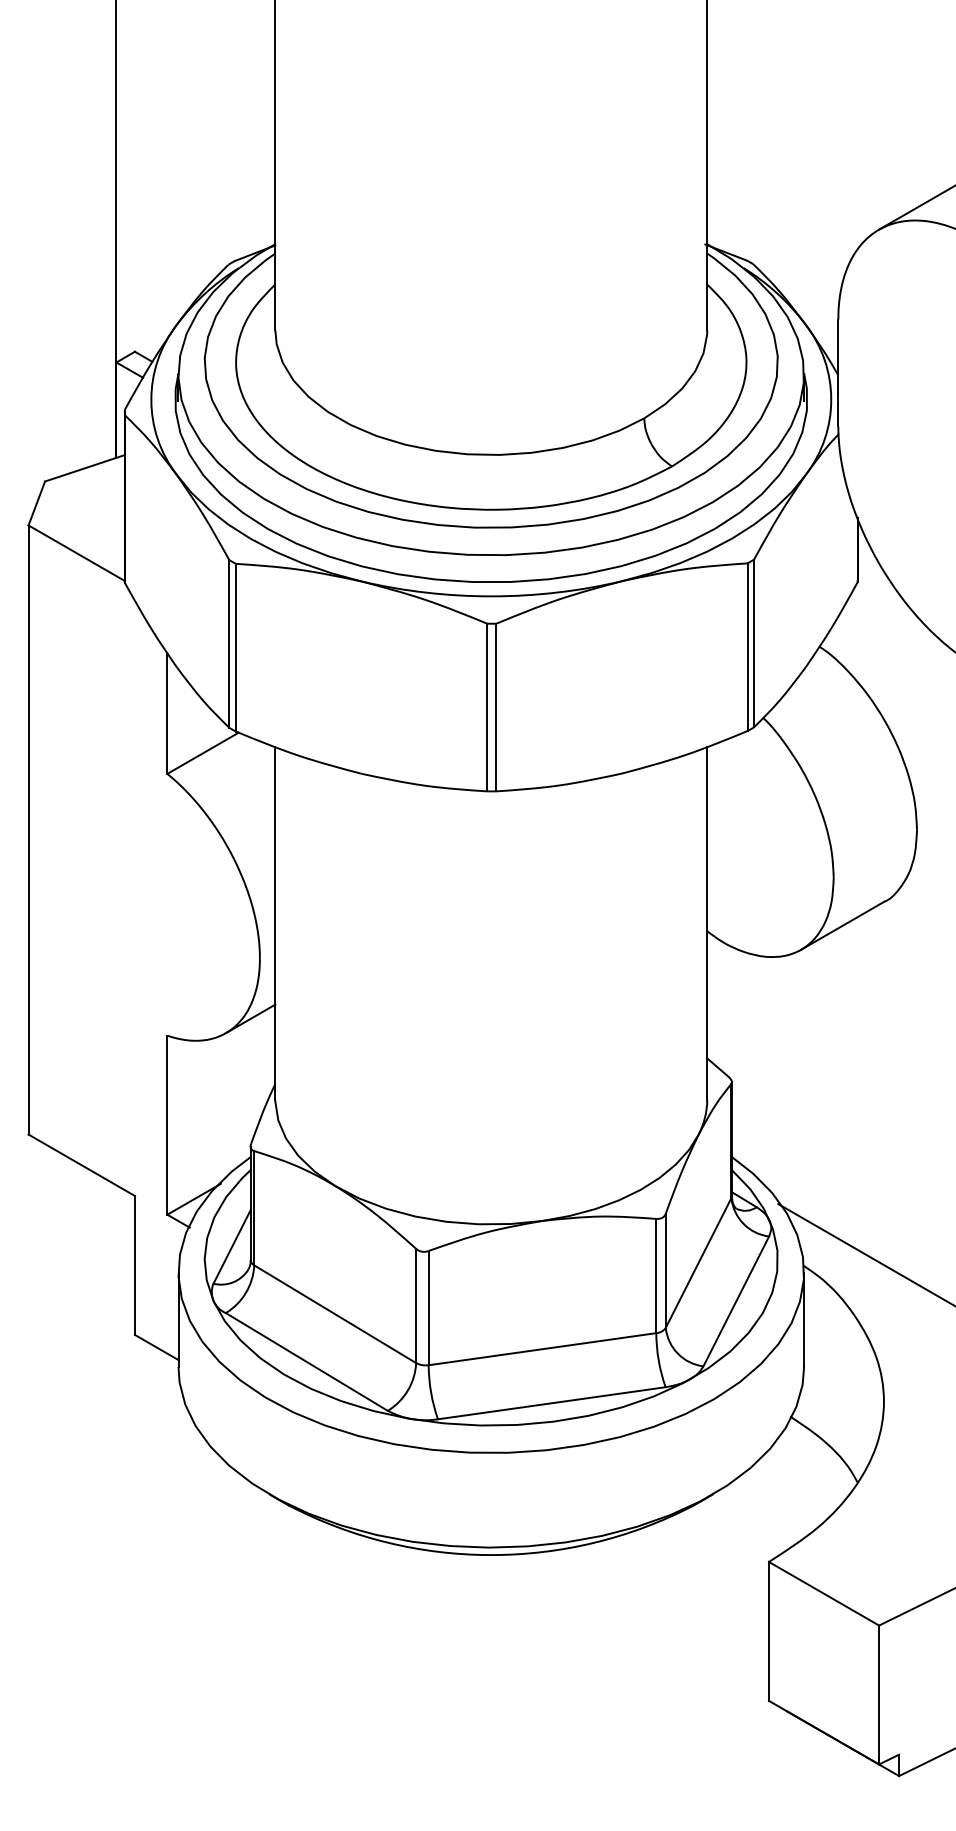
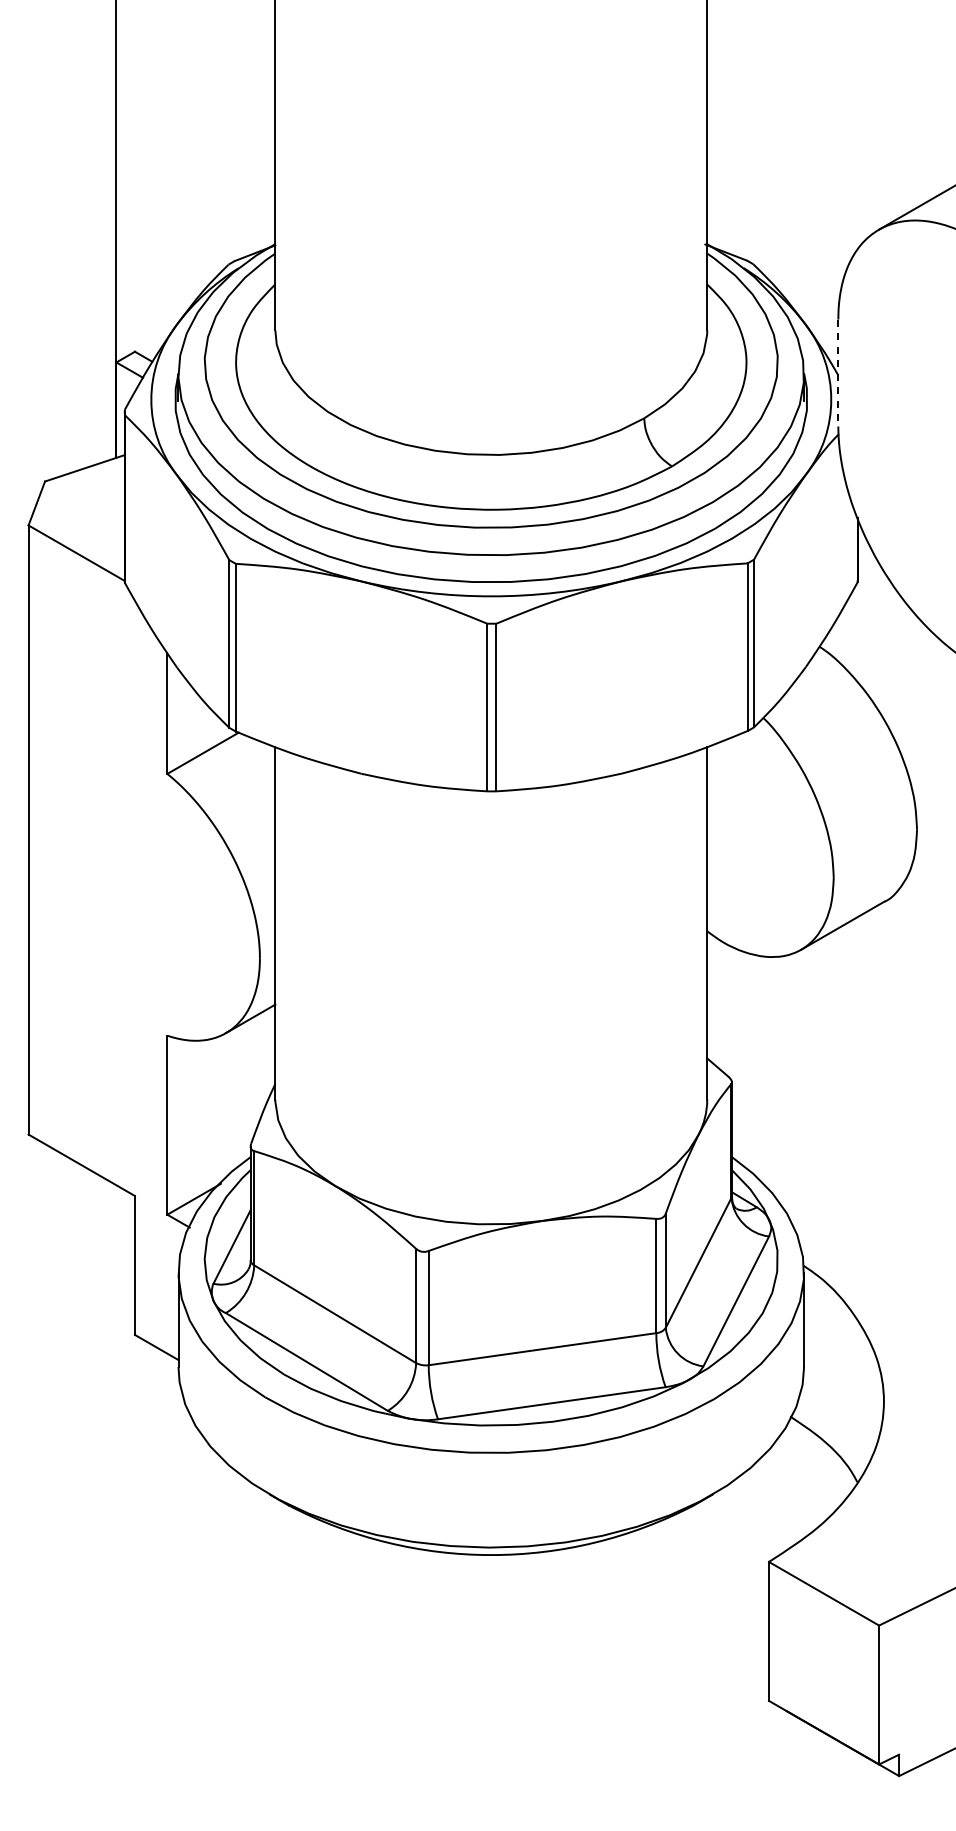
line at (838, 373): solid -> dashed
line at (865, 1254): present -> none
